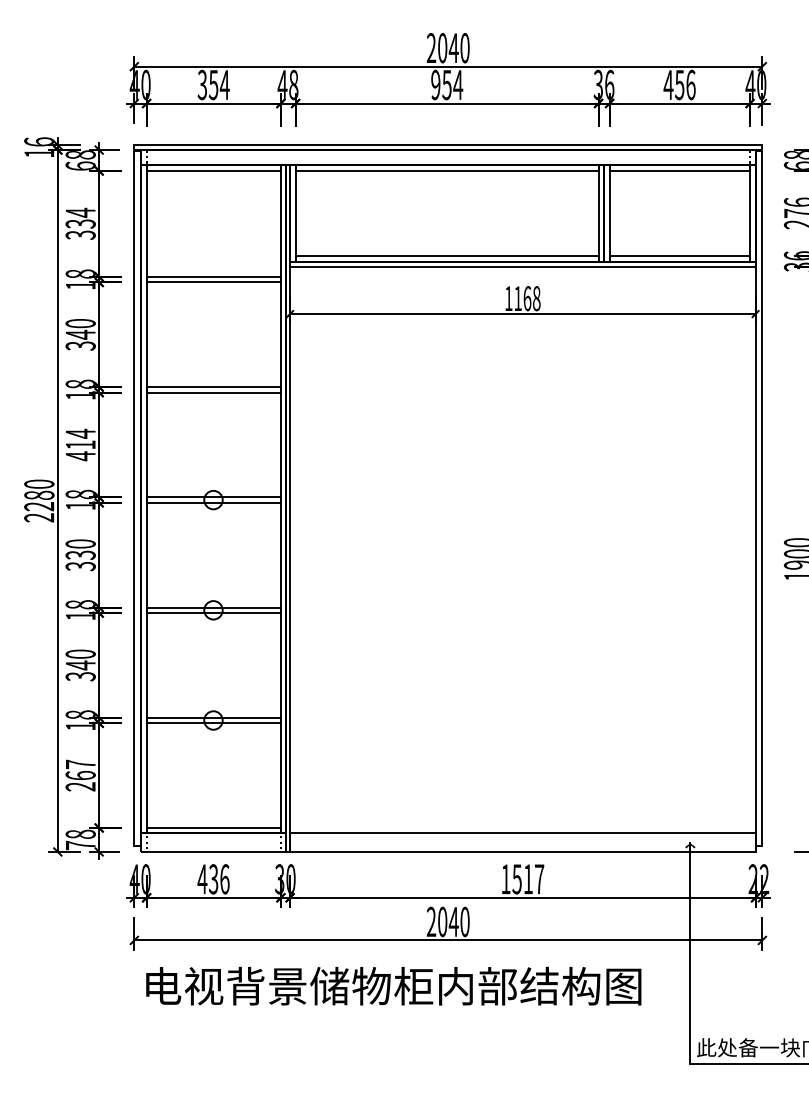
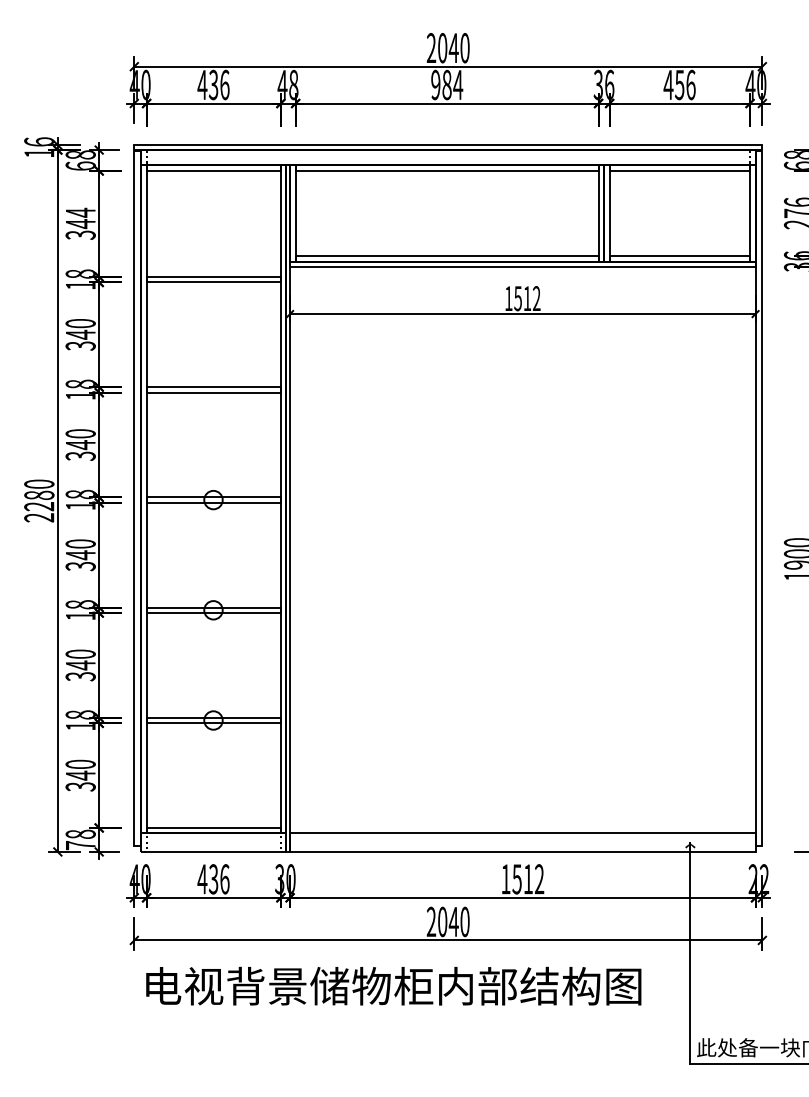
text at (213, 84): 354 -> 436
text at (446, 84): 954 -> 984
text at (80, 224): 334 -> 344
text at (527, 298): 1168 -> 1512
text at (80, 444): 414 -> 340
text at (80, 555): 330 -> 340
text at (80, 775): 267 -> 340
text at (539, 879): 1517 -> 1512
